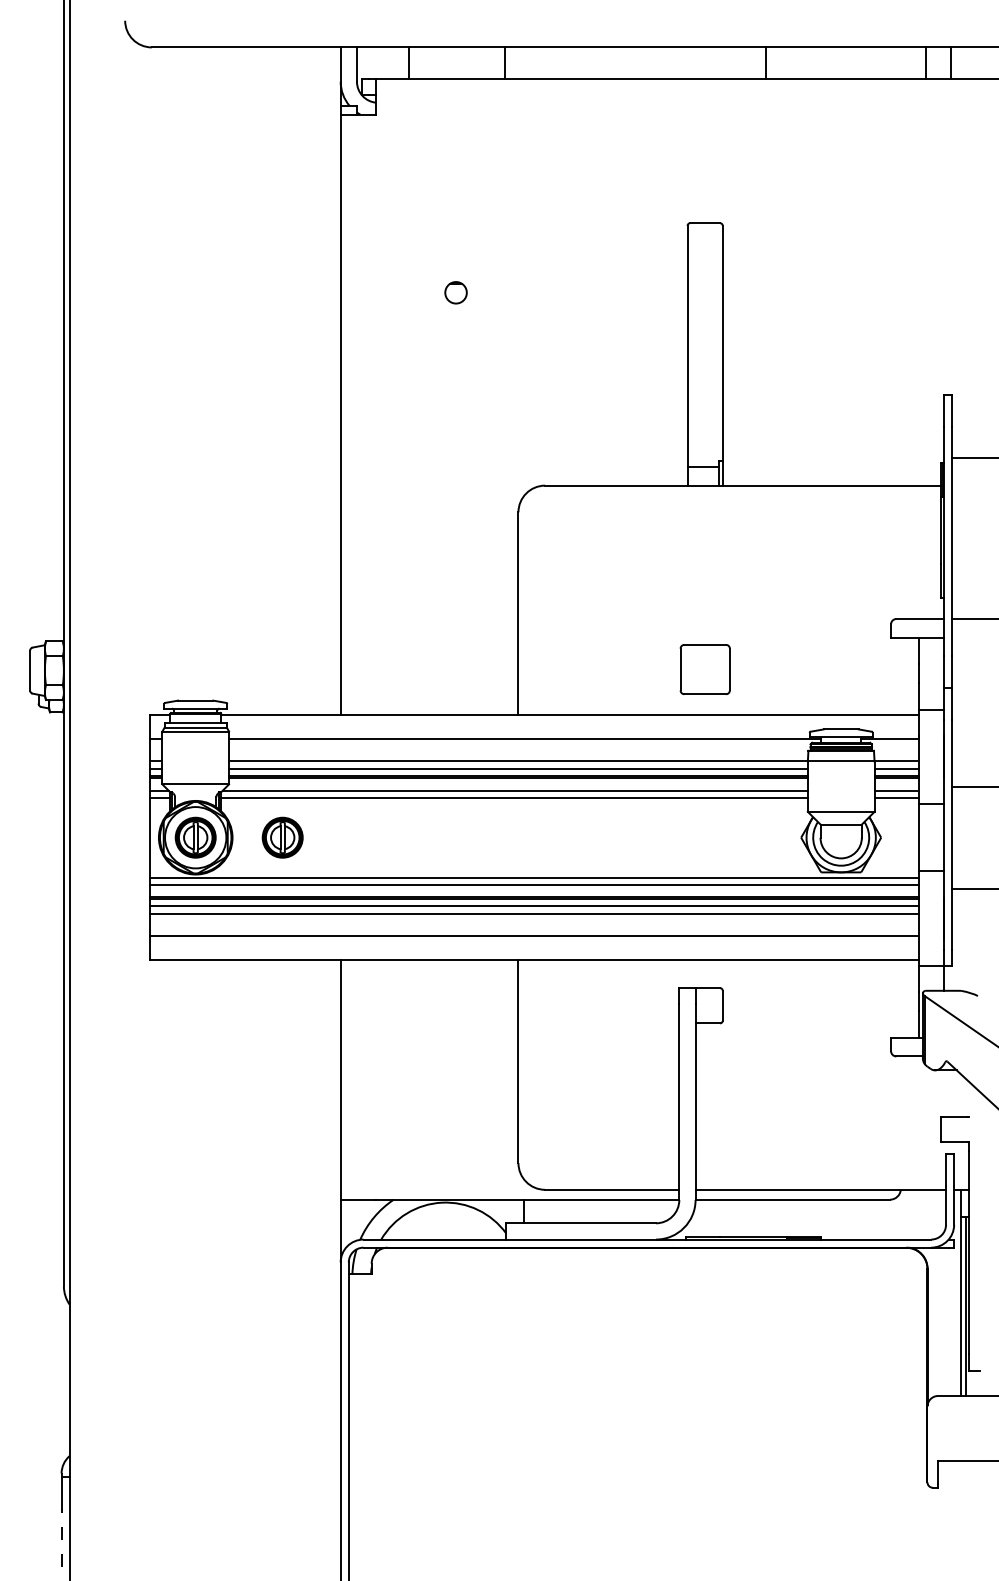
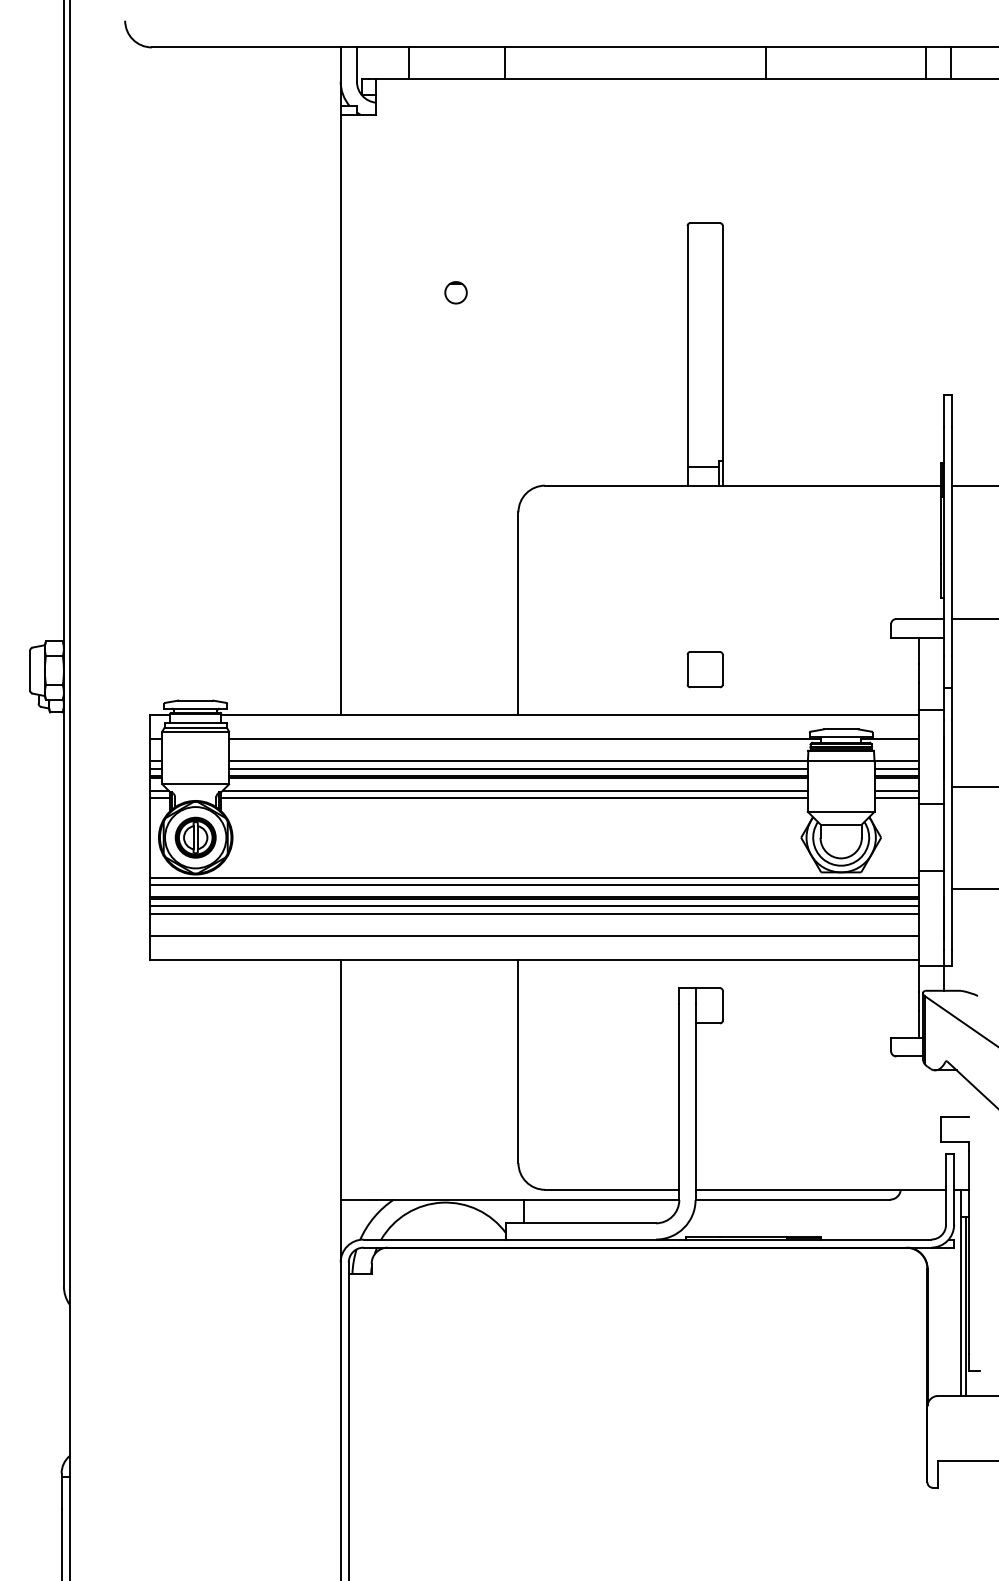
line at (973, 457) position: (973, 457) -> (973, 485)
part at (704, 669) size: 52x52 px -> 38x38 px
part at (282, 837): present -> none
line at (61, 1544): dashed -> solid
